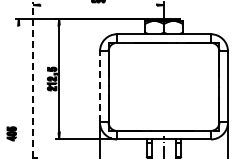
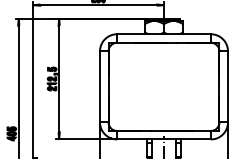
line at (98, 5): none -> present
line at (33, 80): dashed -> solid
line at (100, 86): dashed -> solid
line at (18, 90): none -> present
